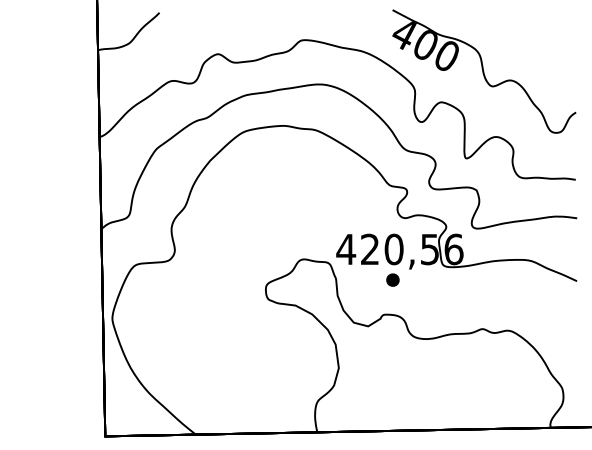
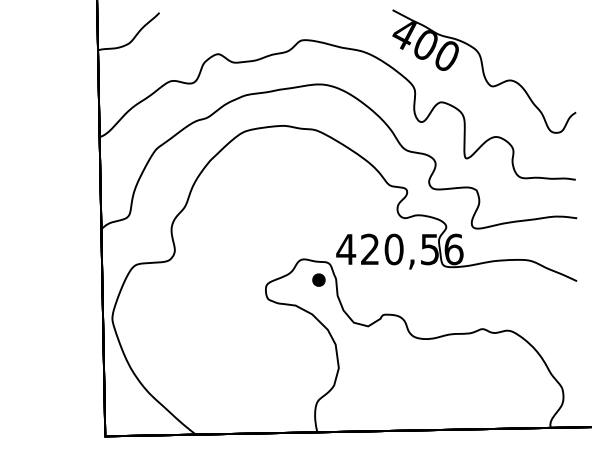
part at (392, 279) position: (392, 279) -> (318, 279)
